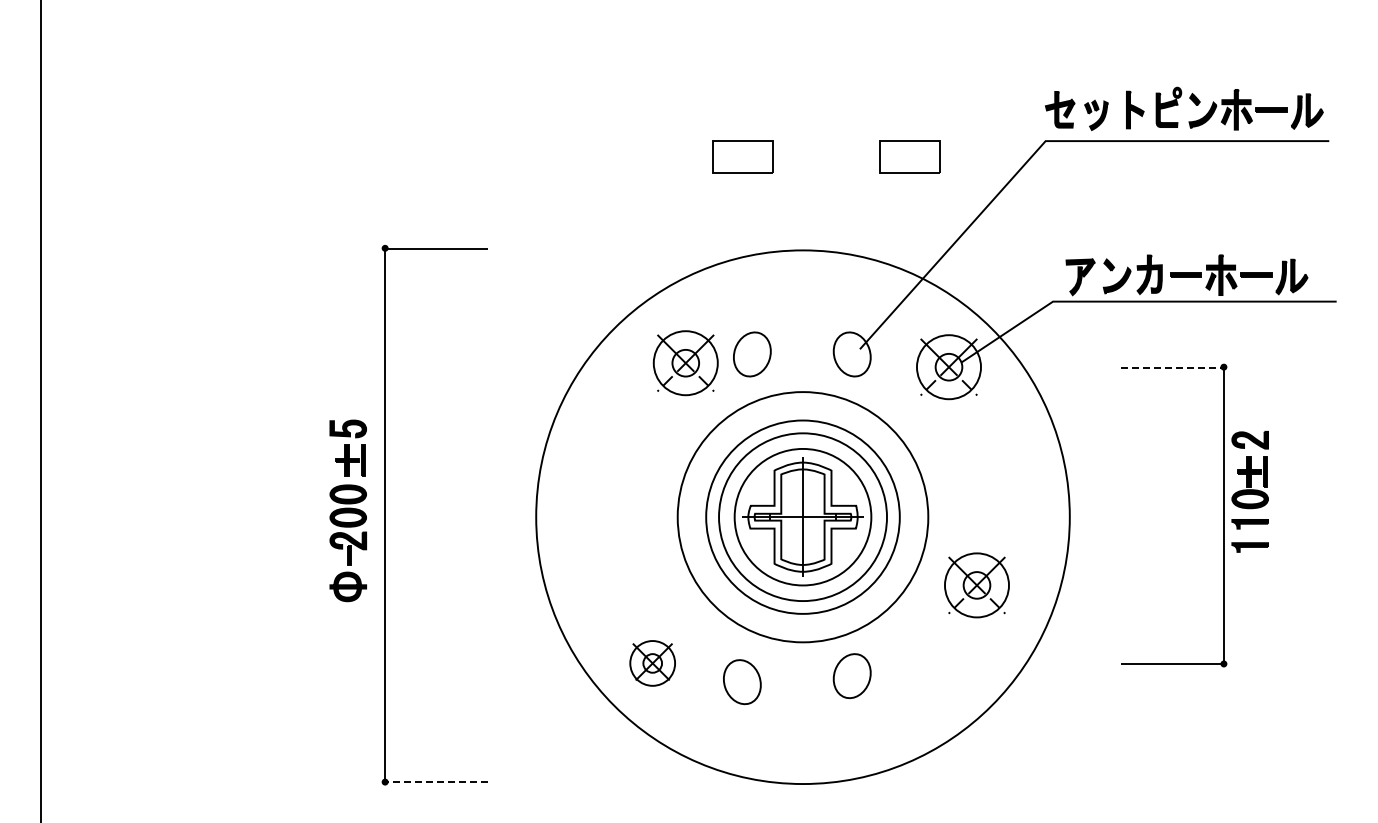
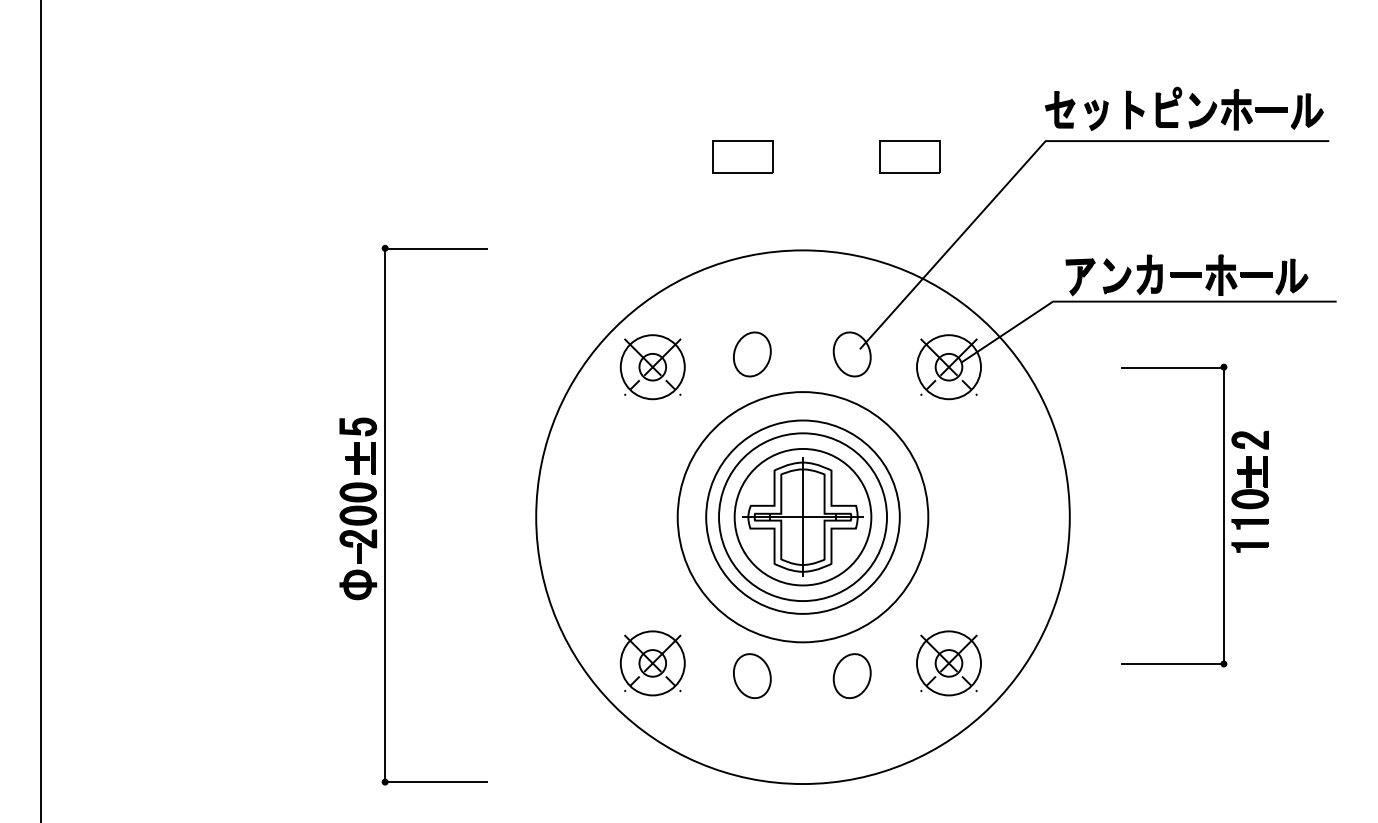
part at (685, 363) position: (685, 363) -> (652, 367)
line at (1172, 368): dashed -> solid
part at (347, 510) position: (347, 510) -> (357, 508)
part at (976, 585) position: (976, 585) -> (948, 663)
part at (652, 663) size: 47x47 px -> 67x67 px
part at (742, 682) position: (742, 682) -> (752, 676)
line at (436, 782): dashed -> solid
